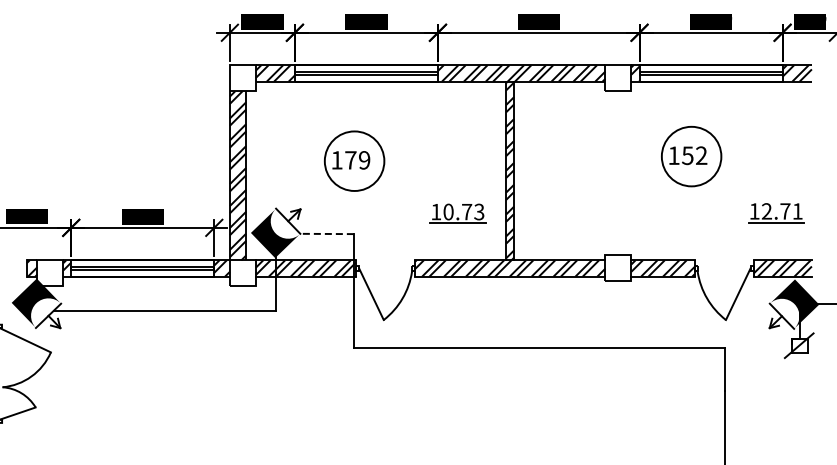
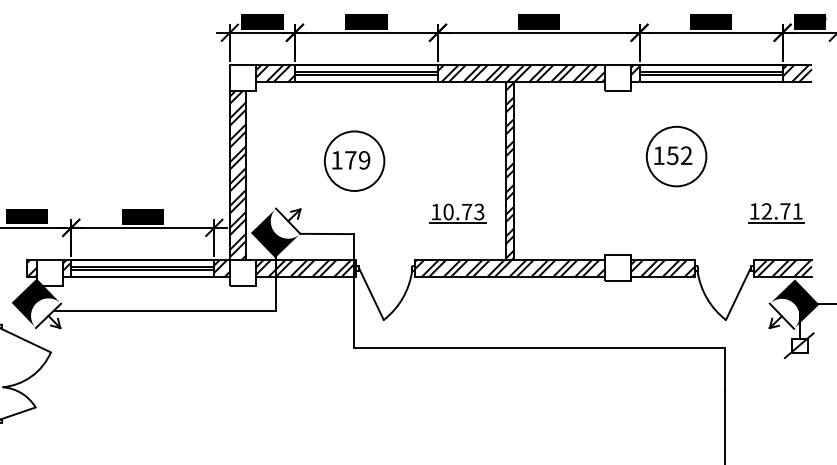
part at (691, 156) position: (691, 156) -> (676, 156)
line at (327, 233): dashed -> solid
